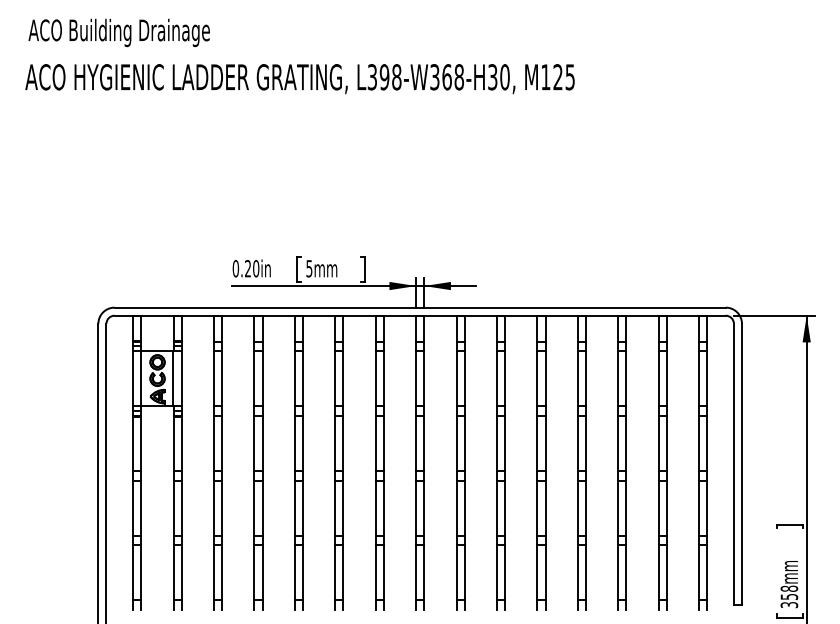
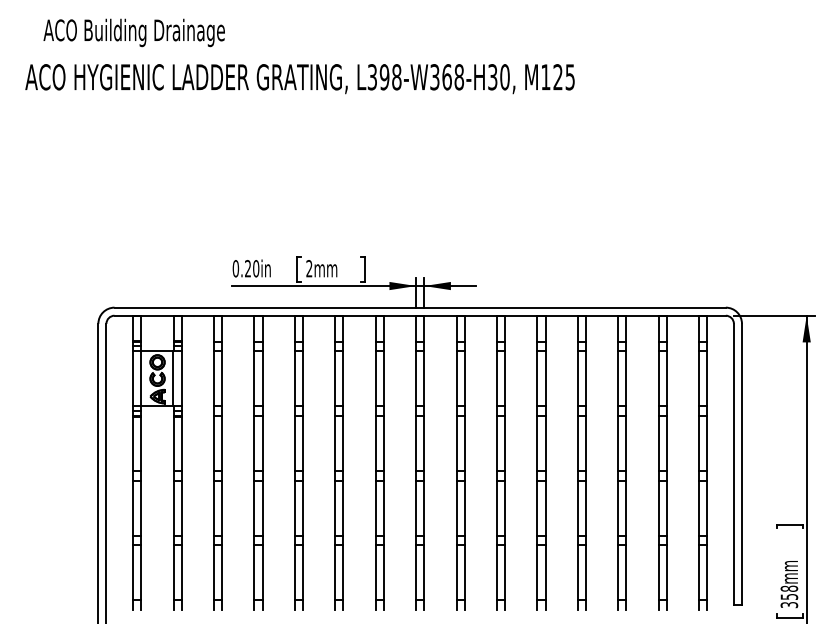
text at (118, 32) position: (118, 32) -> (133, 32)
text at (309, 268): 5mm -> 2mm
